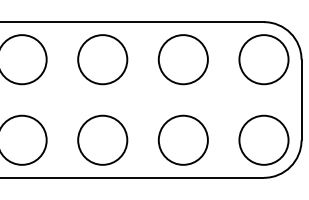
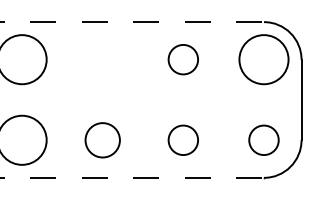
line at (132, 22): solid -> dashed
circle at (102, 59): present -> none
circle at (182, 59) diameter: 49 px -> 29 px
circle at (102, 139) diameter: 49 px -> 34 px
circle at (182, 139) diameter: 49 px -> 29 px
circle at (263, 139) diameter: 49 px -> 29 px
line at (132, 177): solid -> dashed
